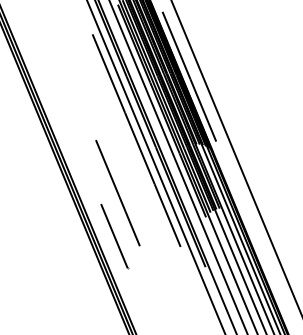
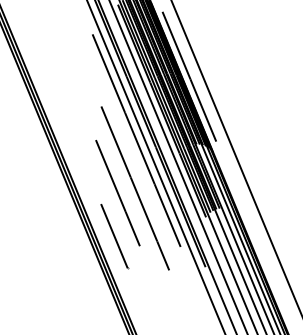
line at (134, 188): none -> present
